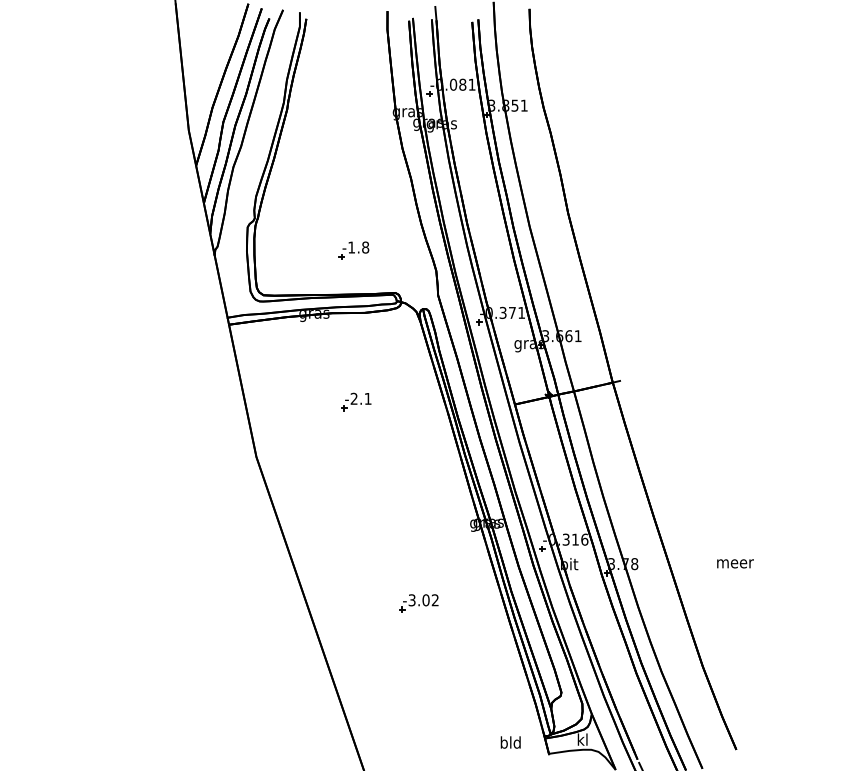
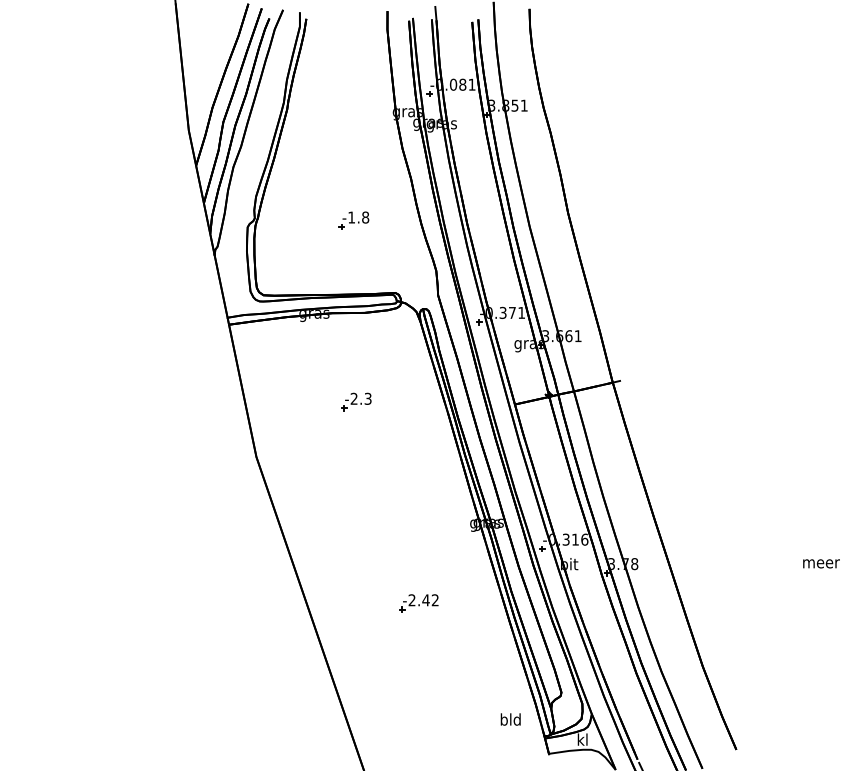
part at (353, 250) position: (353, 250) -> (353, 220)
text at (367, 398): -2.1 -> -2.3
text at (735, 563) position: (735, 563) -> (821, 563)
text at (418, 600): -3.02 -> -2.42
text at (510, 742) position: (510, 742) -> (510, 719)
